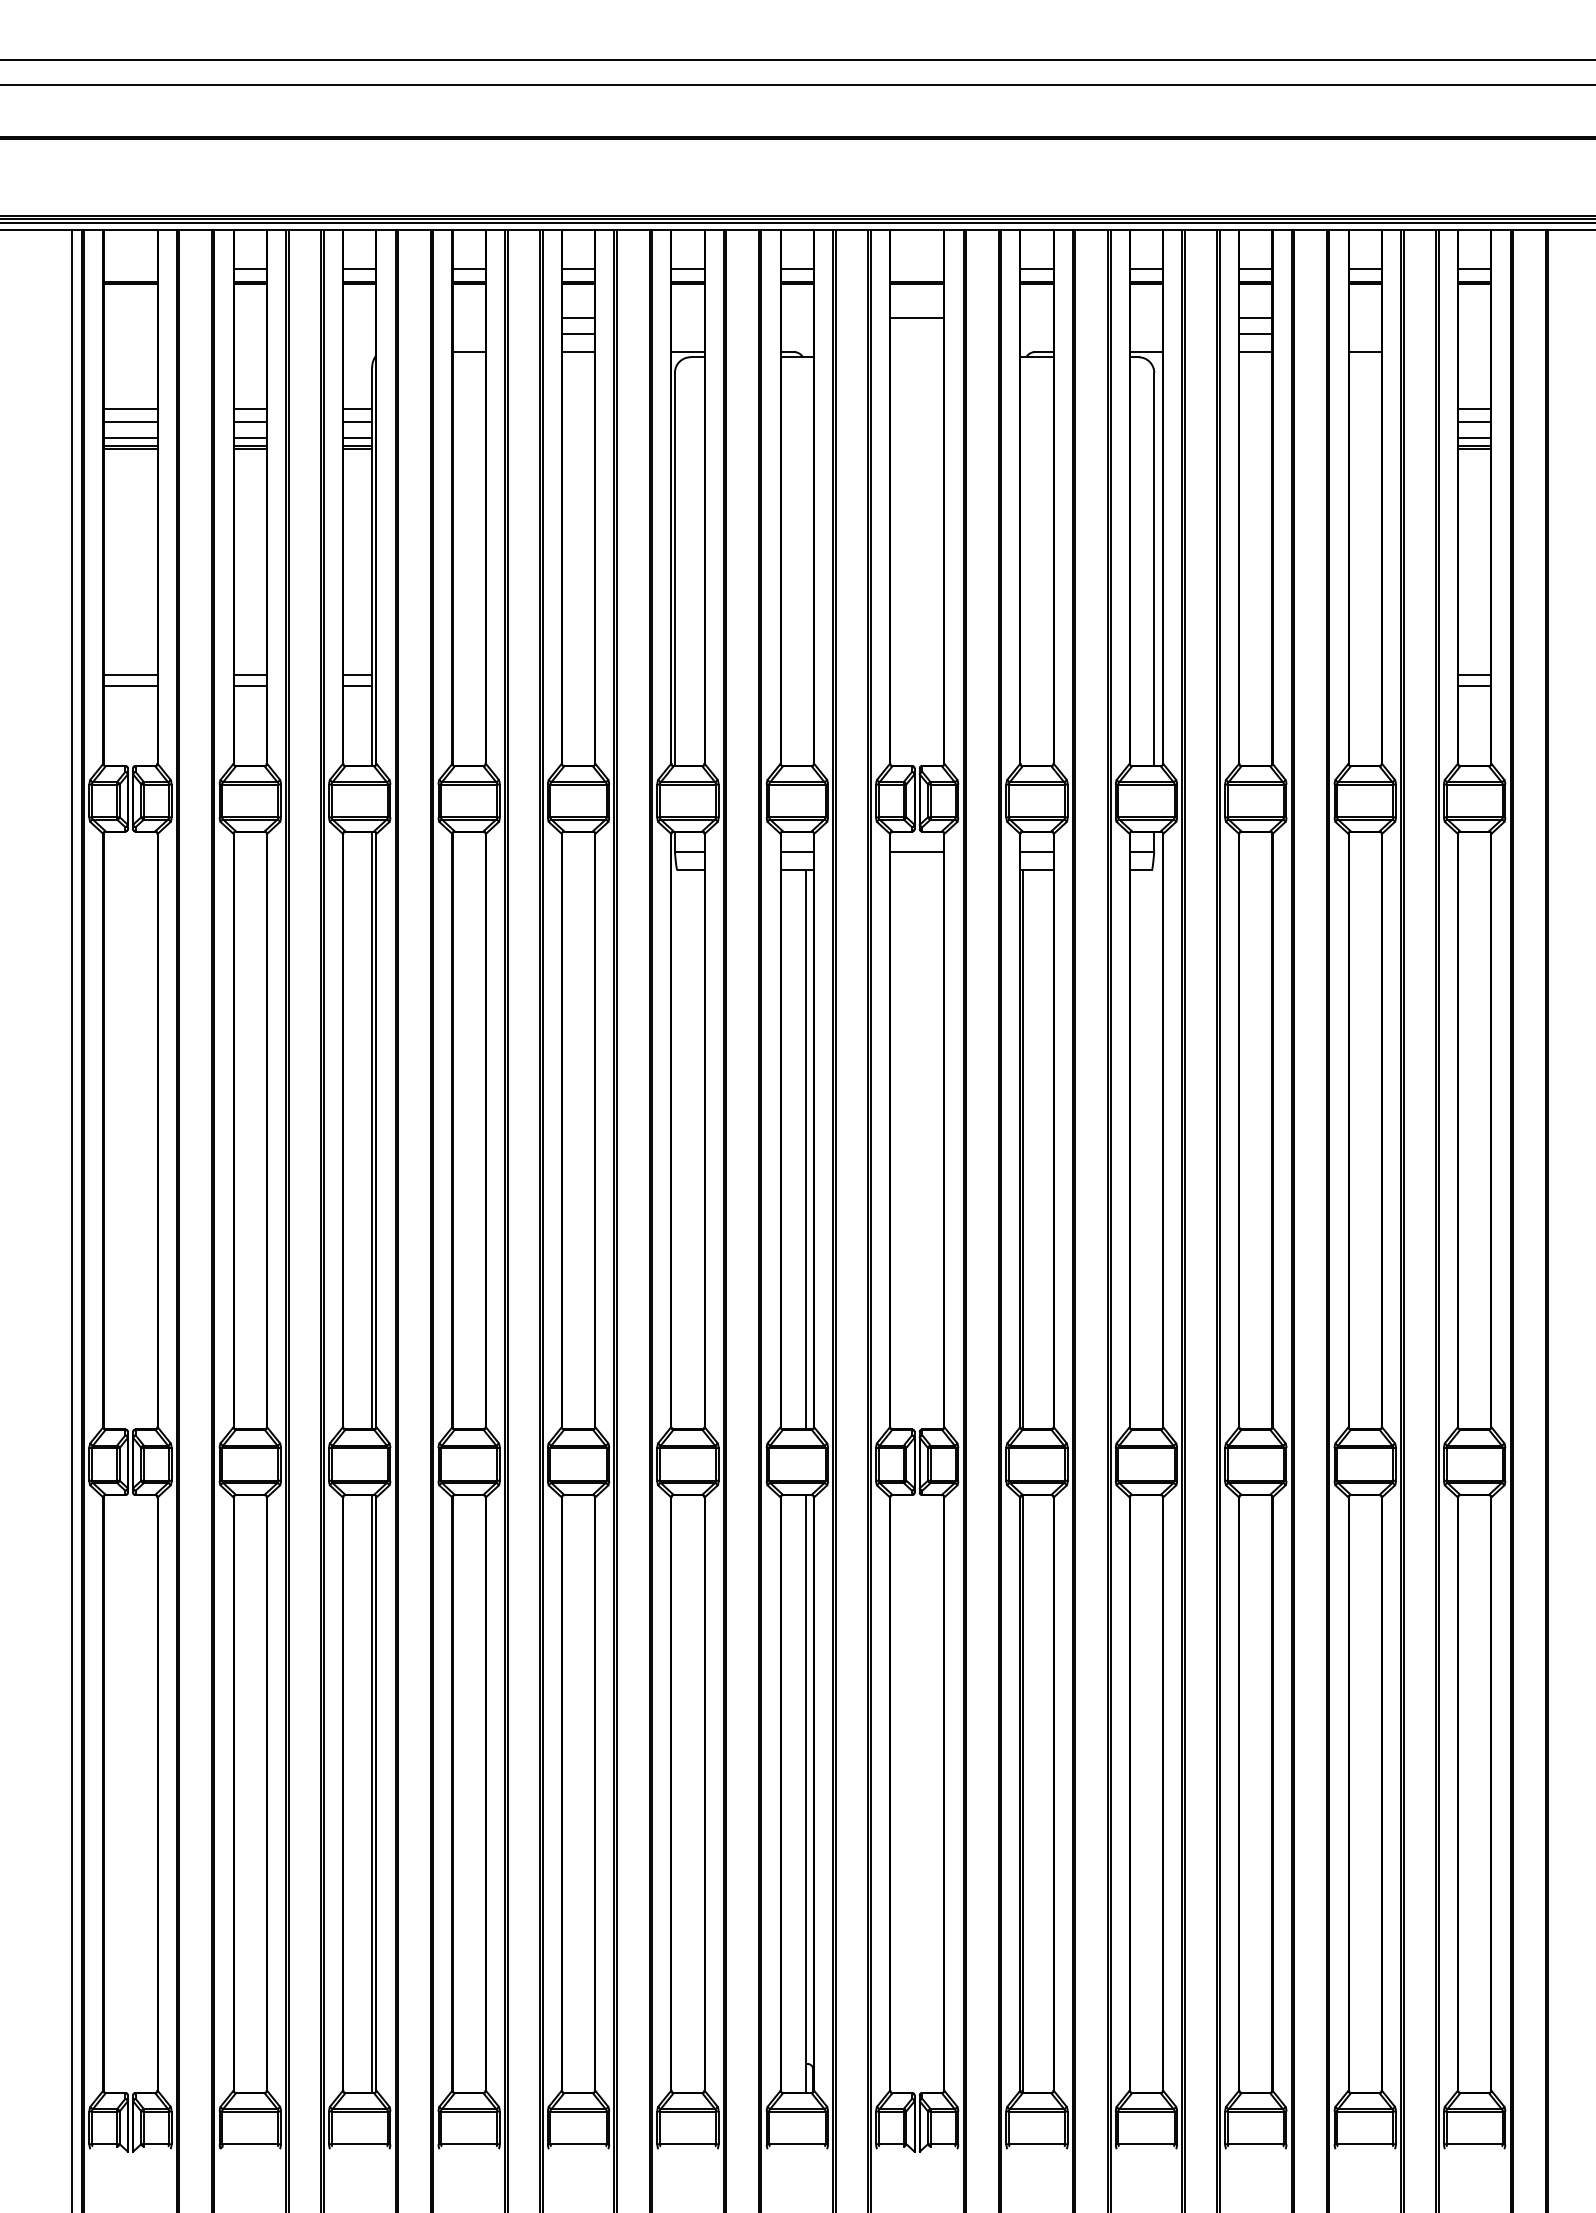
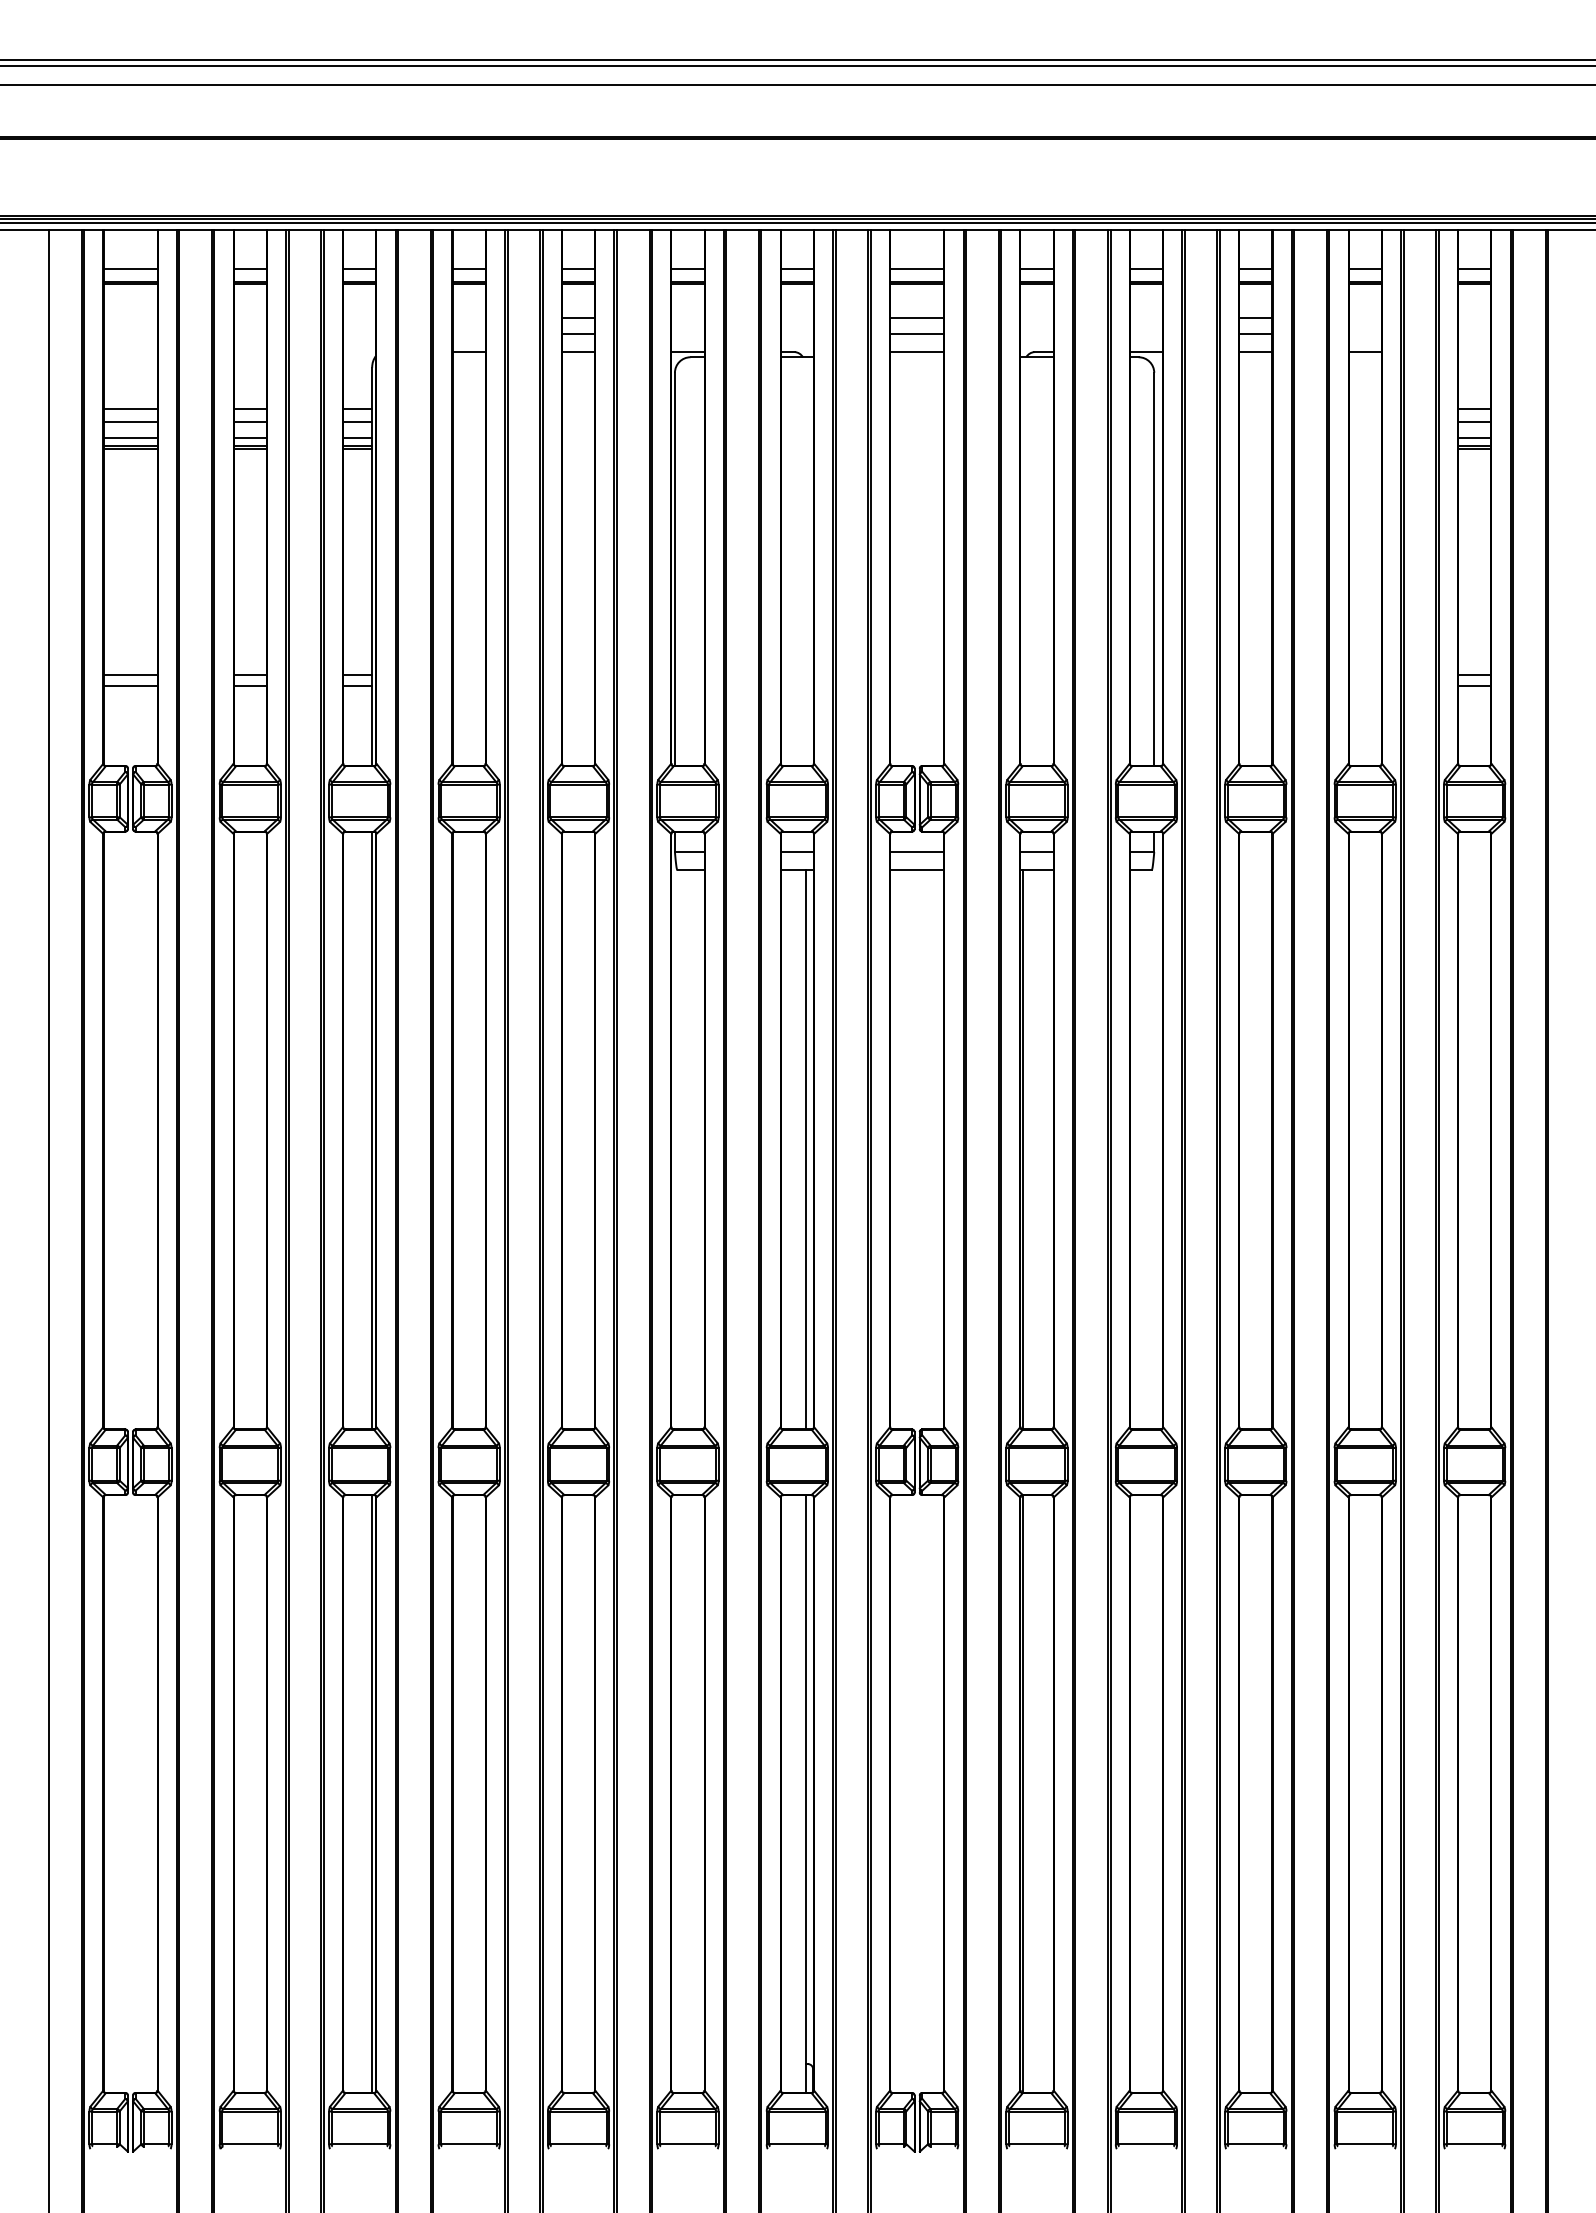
line at (797, 66): none -> present
line at (130, 268): none -> present
line at (917, 268): none -> present
line at (917, 333): none -> present
line at (917, 352): none -> present
line at (917, 870): none -> present
line at (72, 1219) position: (72, 1219) -> (49, 1219)
